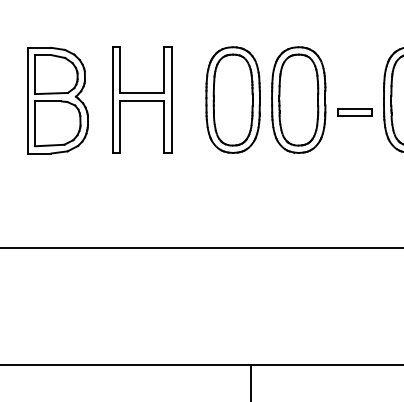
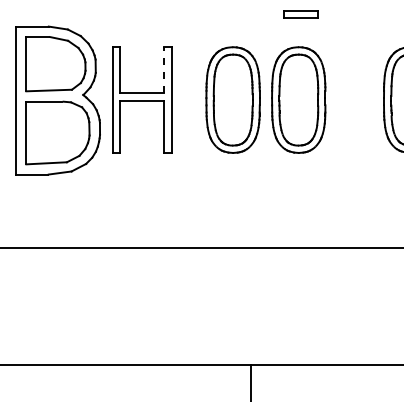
line at (164, 70): solid -> dashed
part at (57, 100) size: 62x108 px -> 86x151 px
part at (354, 112) position: (354, 112) -> (300, 14)
